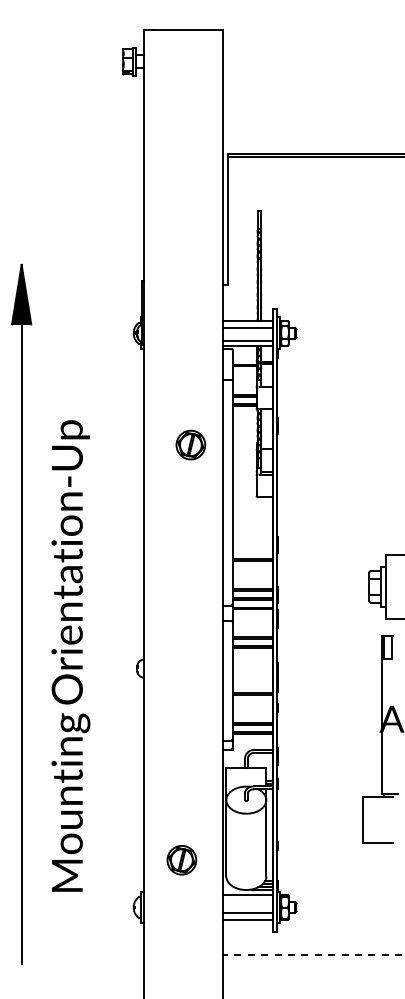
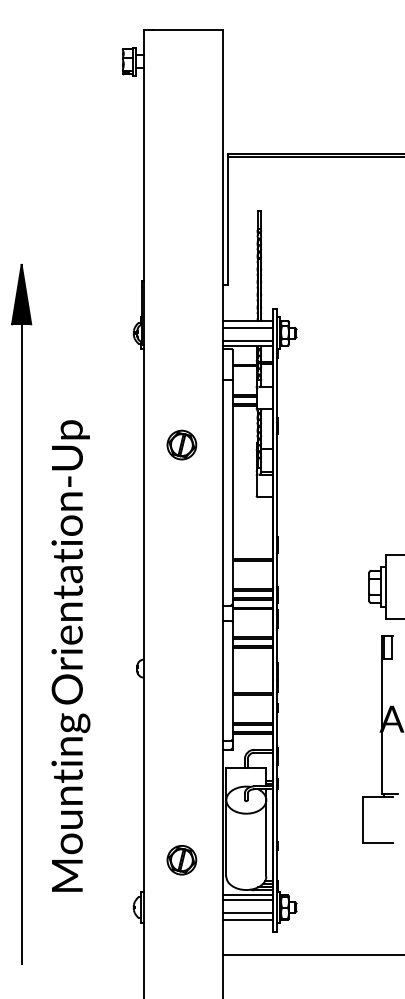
part at (190, 444) position: (190, 444) -> (181, 444)
line at (247, 900): none -> present
line at (313, 955): dashed -> solid
